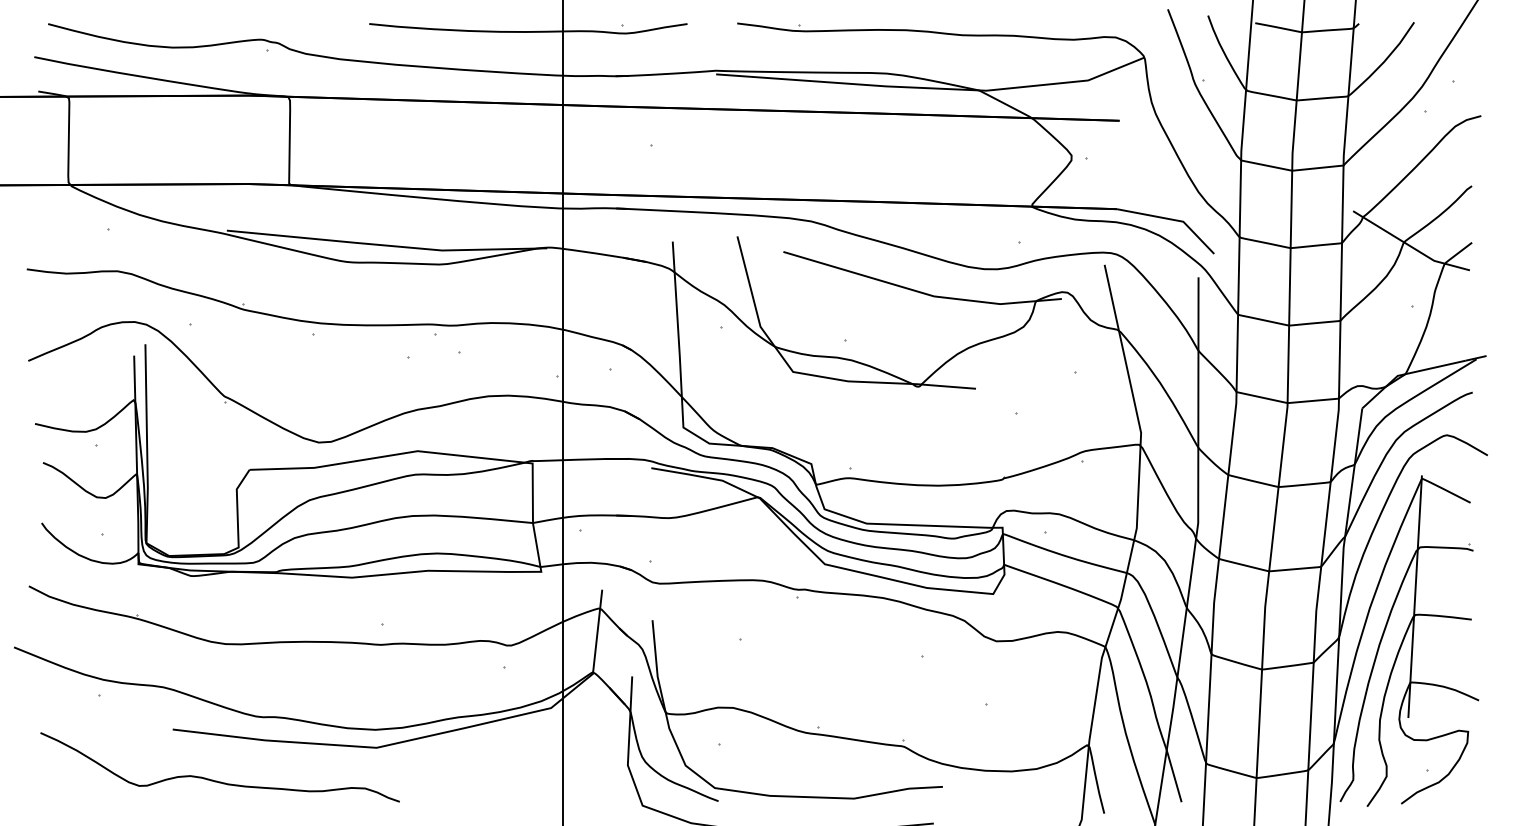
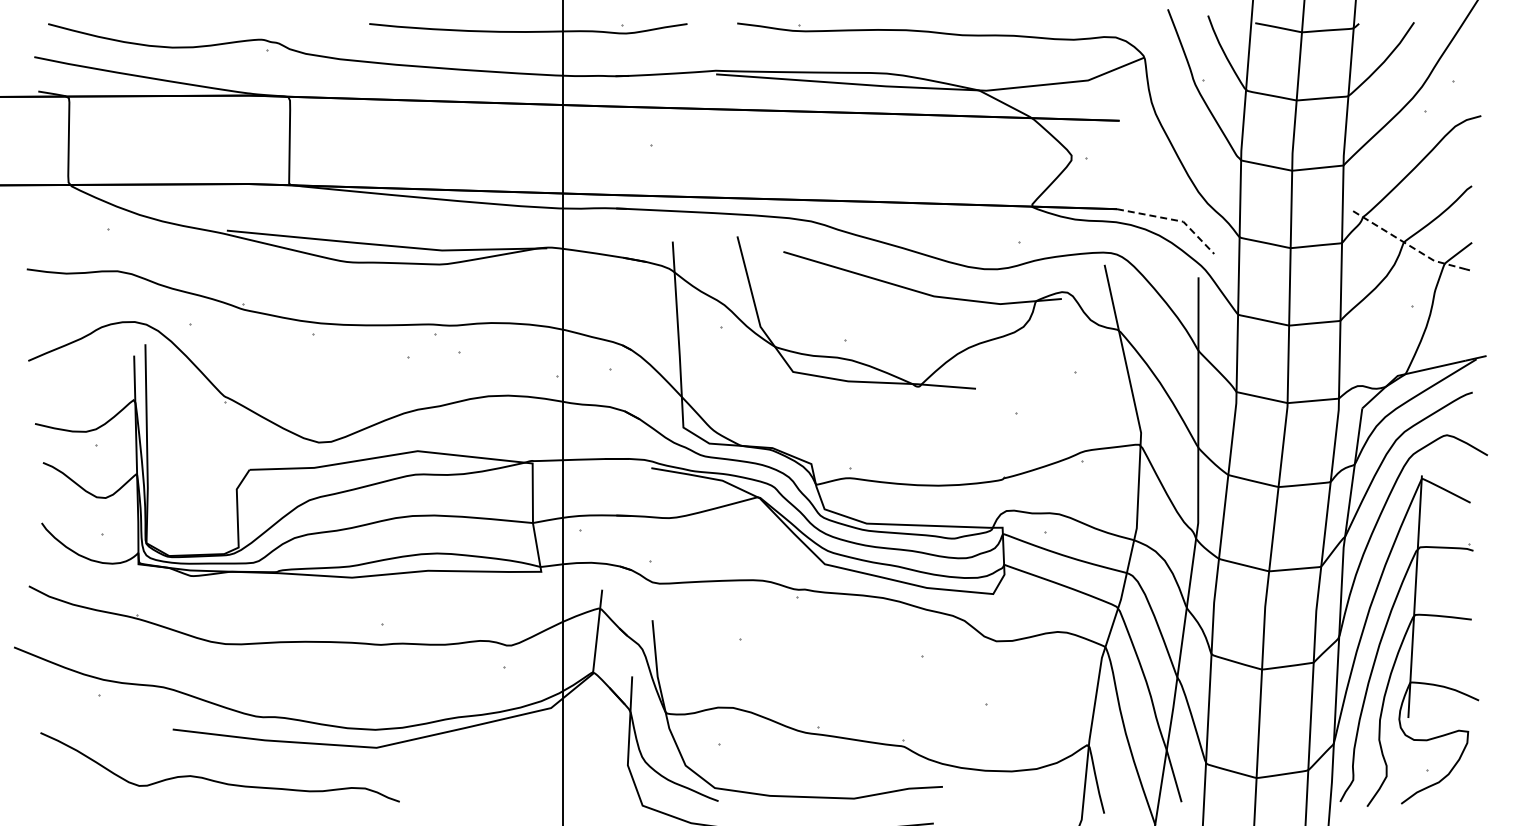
line at (1172, 219): solid -> dashed
line at (1408, 244): solid -> dashed
